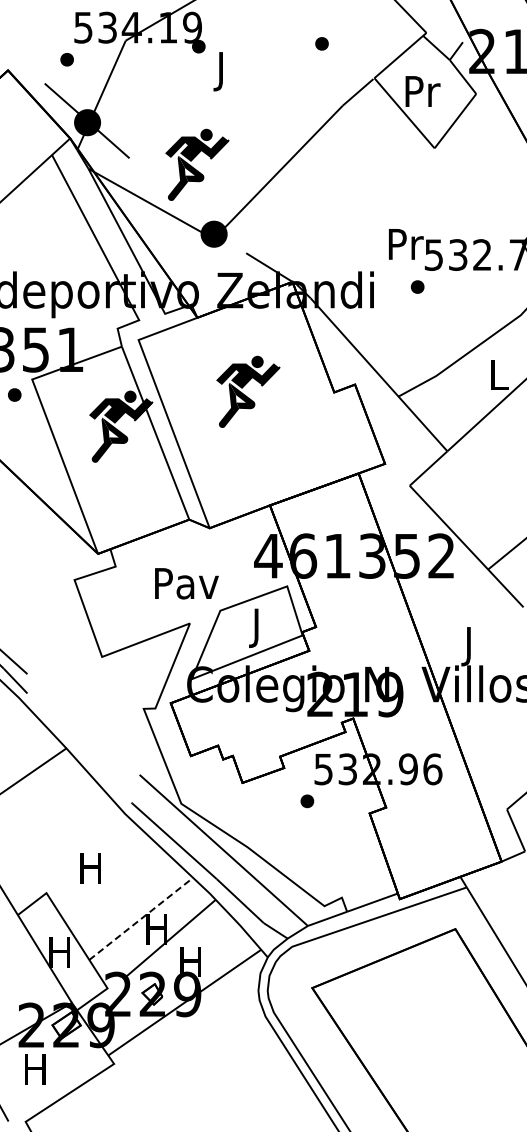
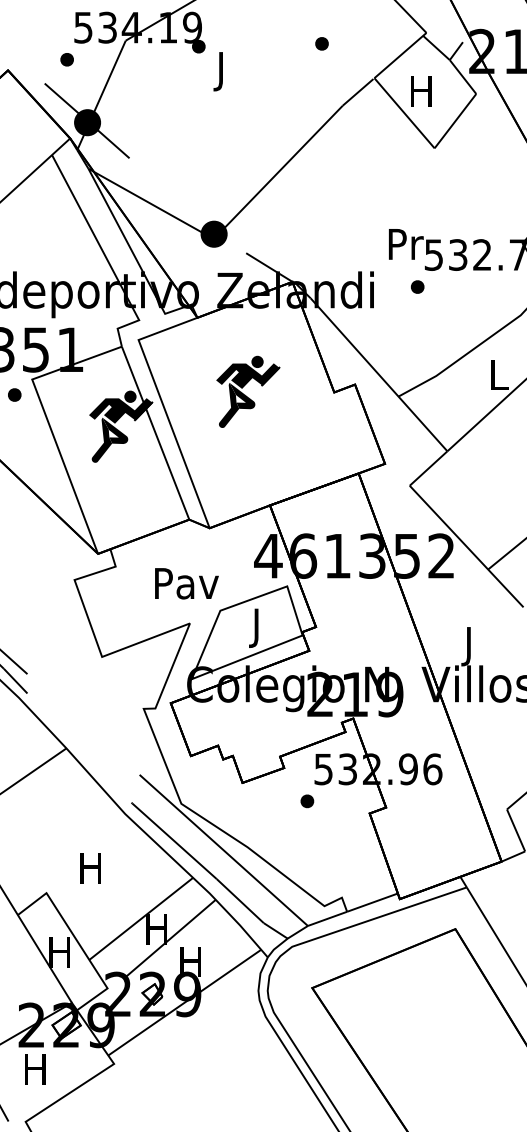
text at (422, 91): Pr -> H
part at (197, 164): present -> none
line at (141, 918): dashed -> solid
